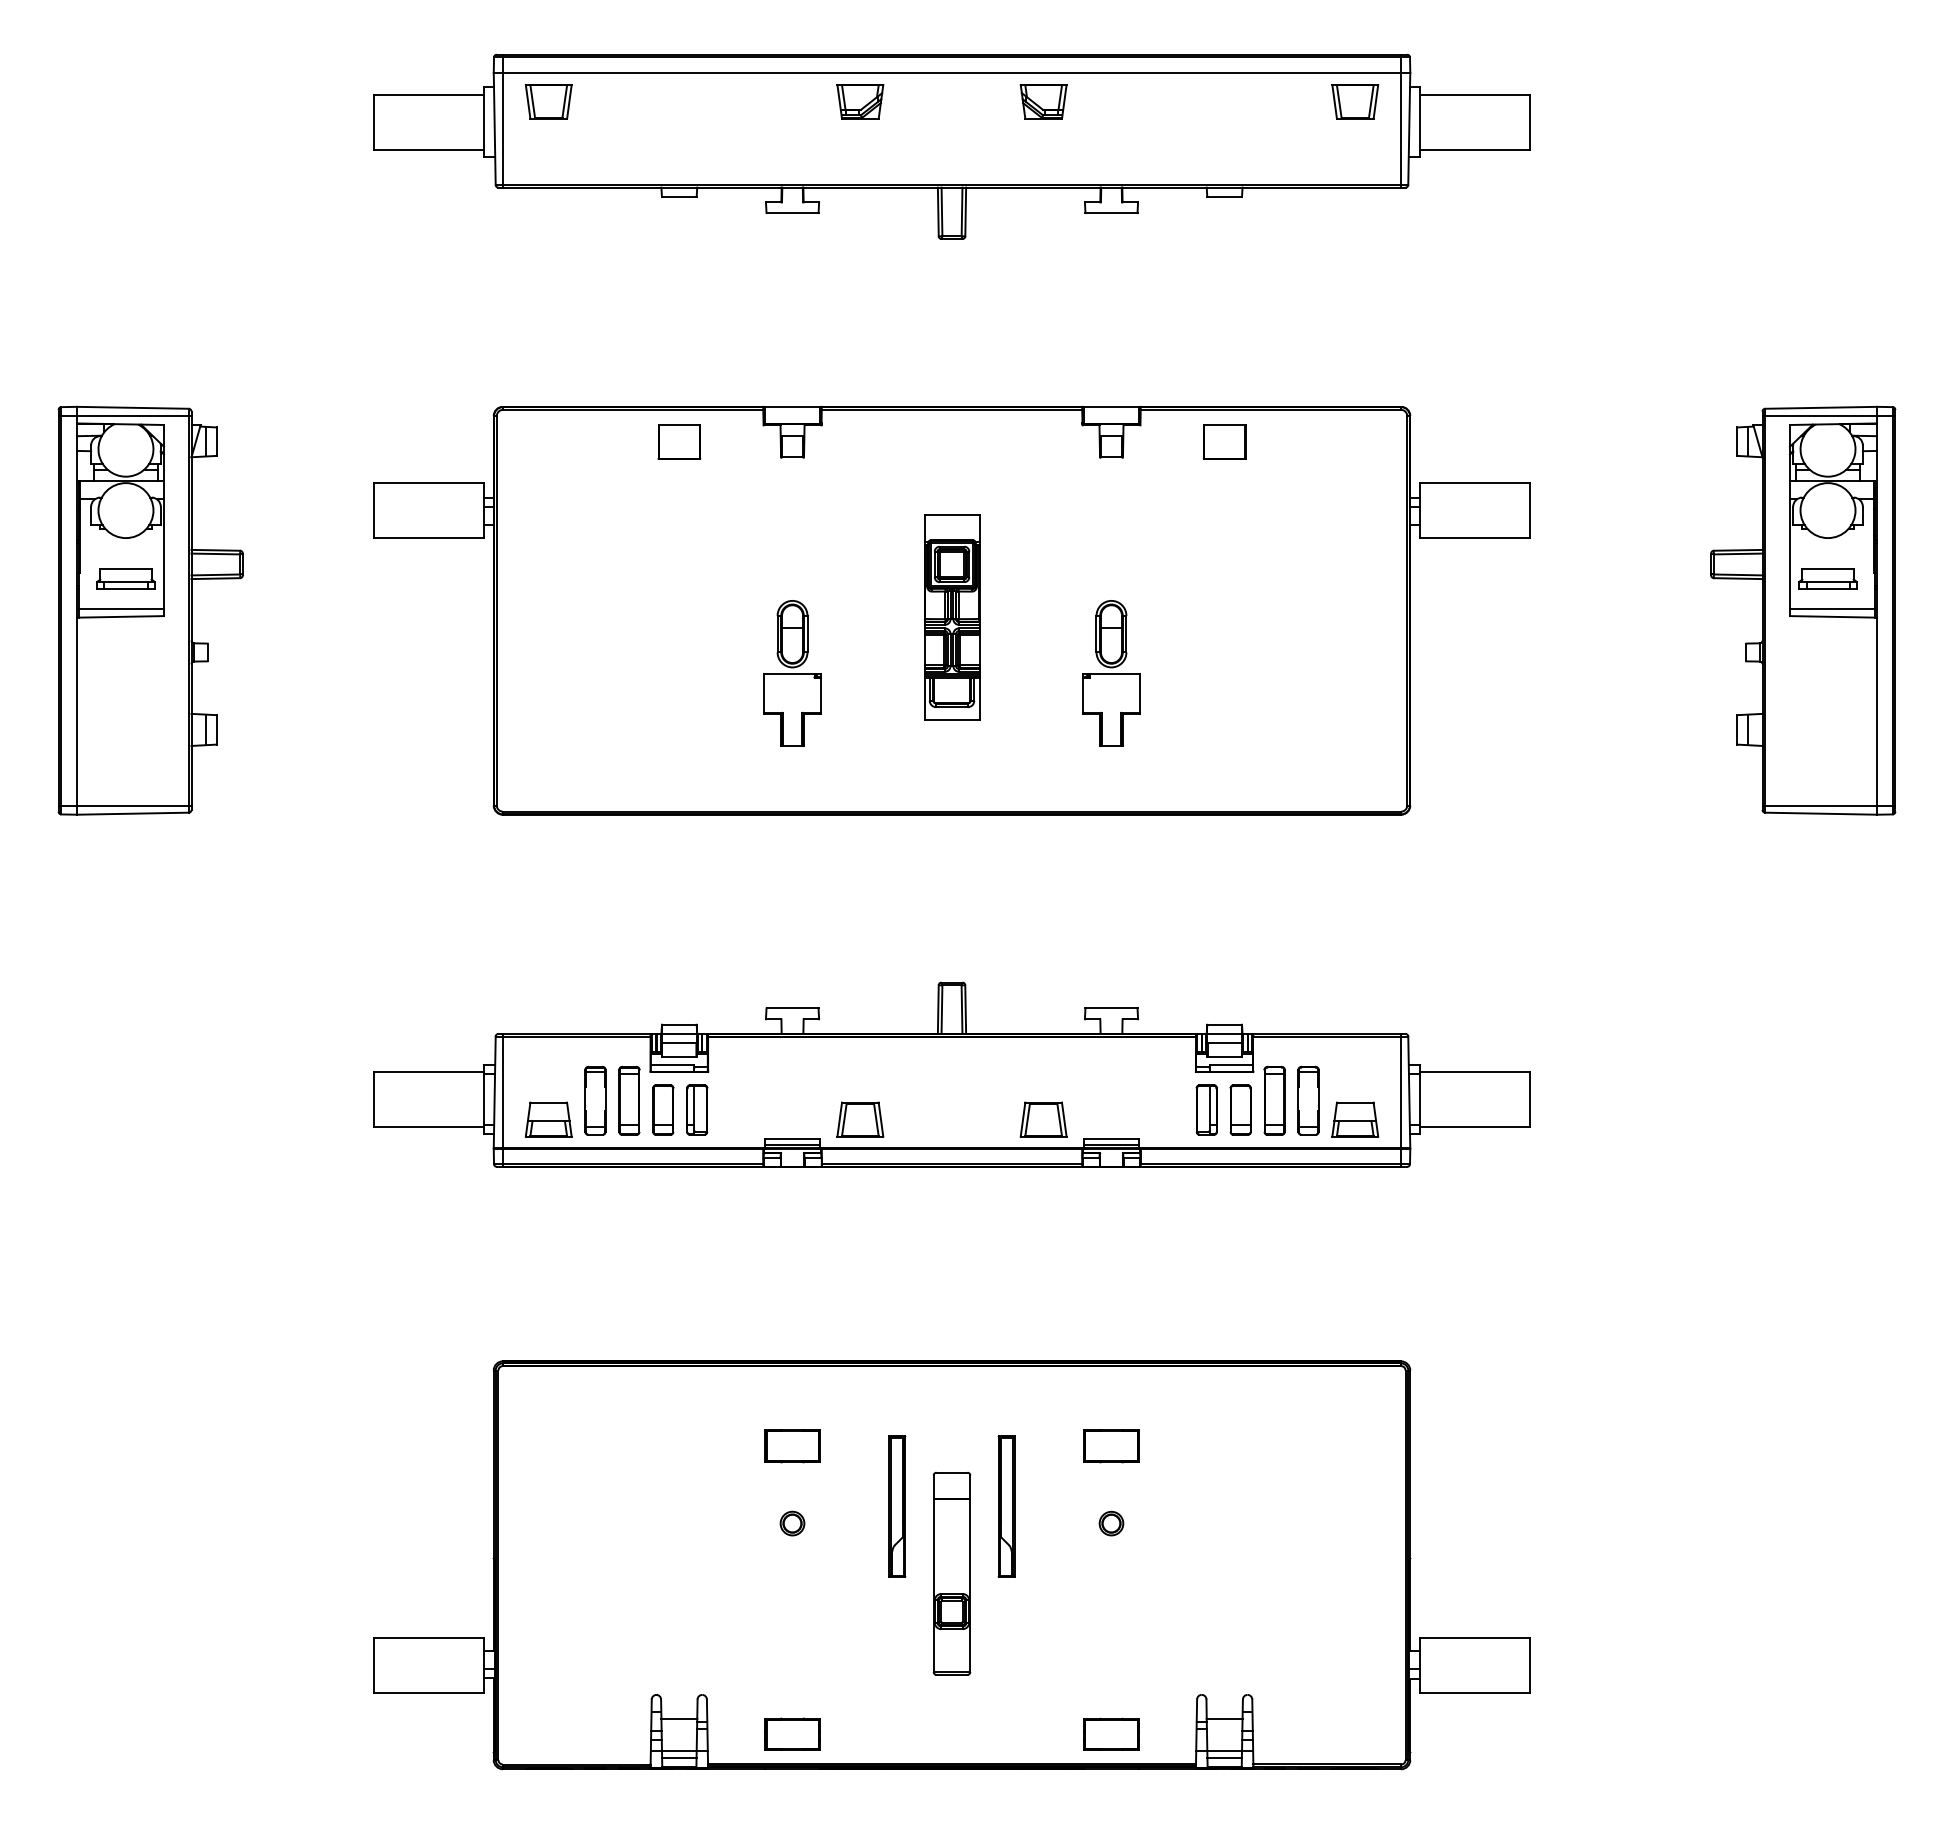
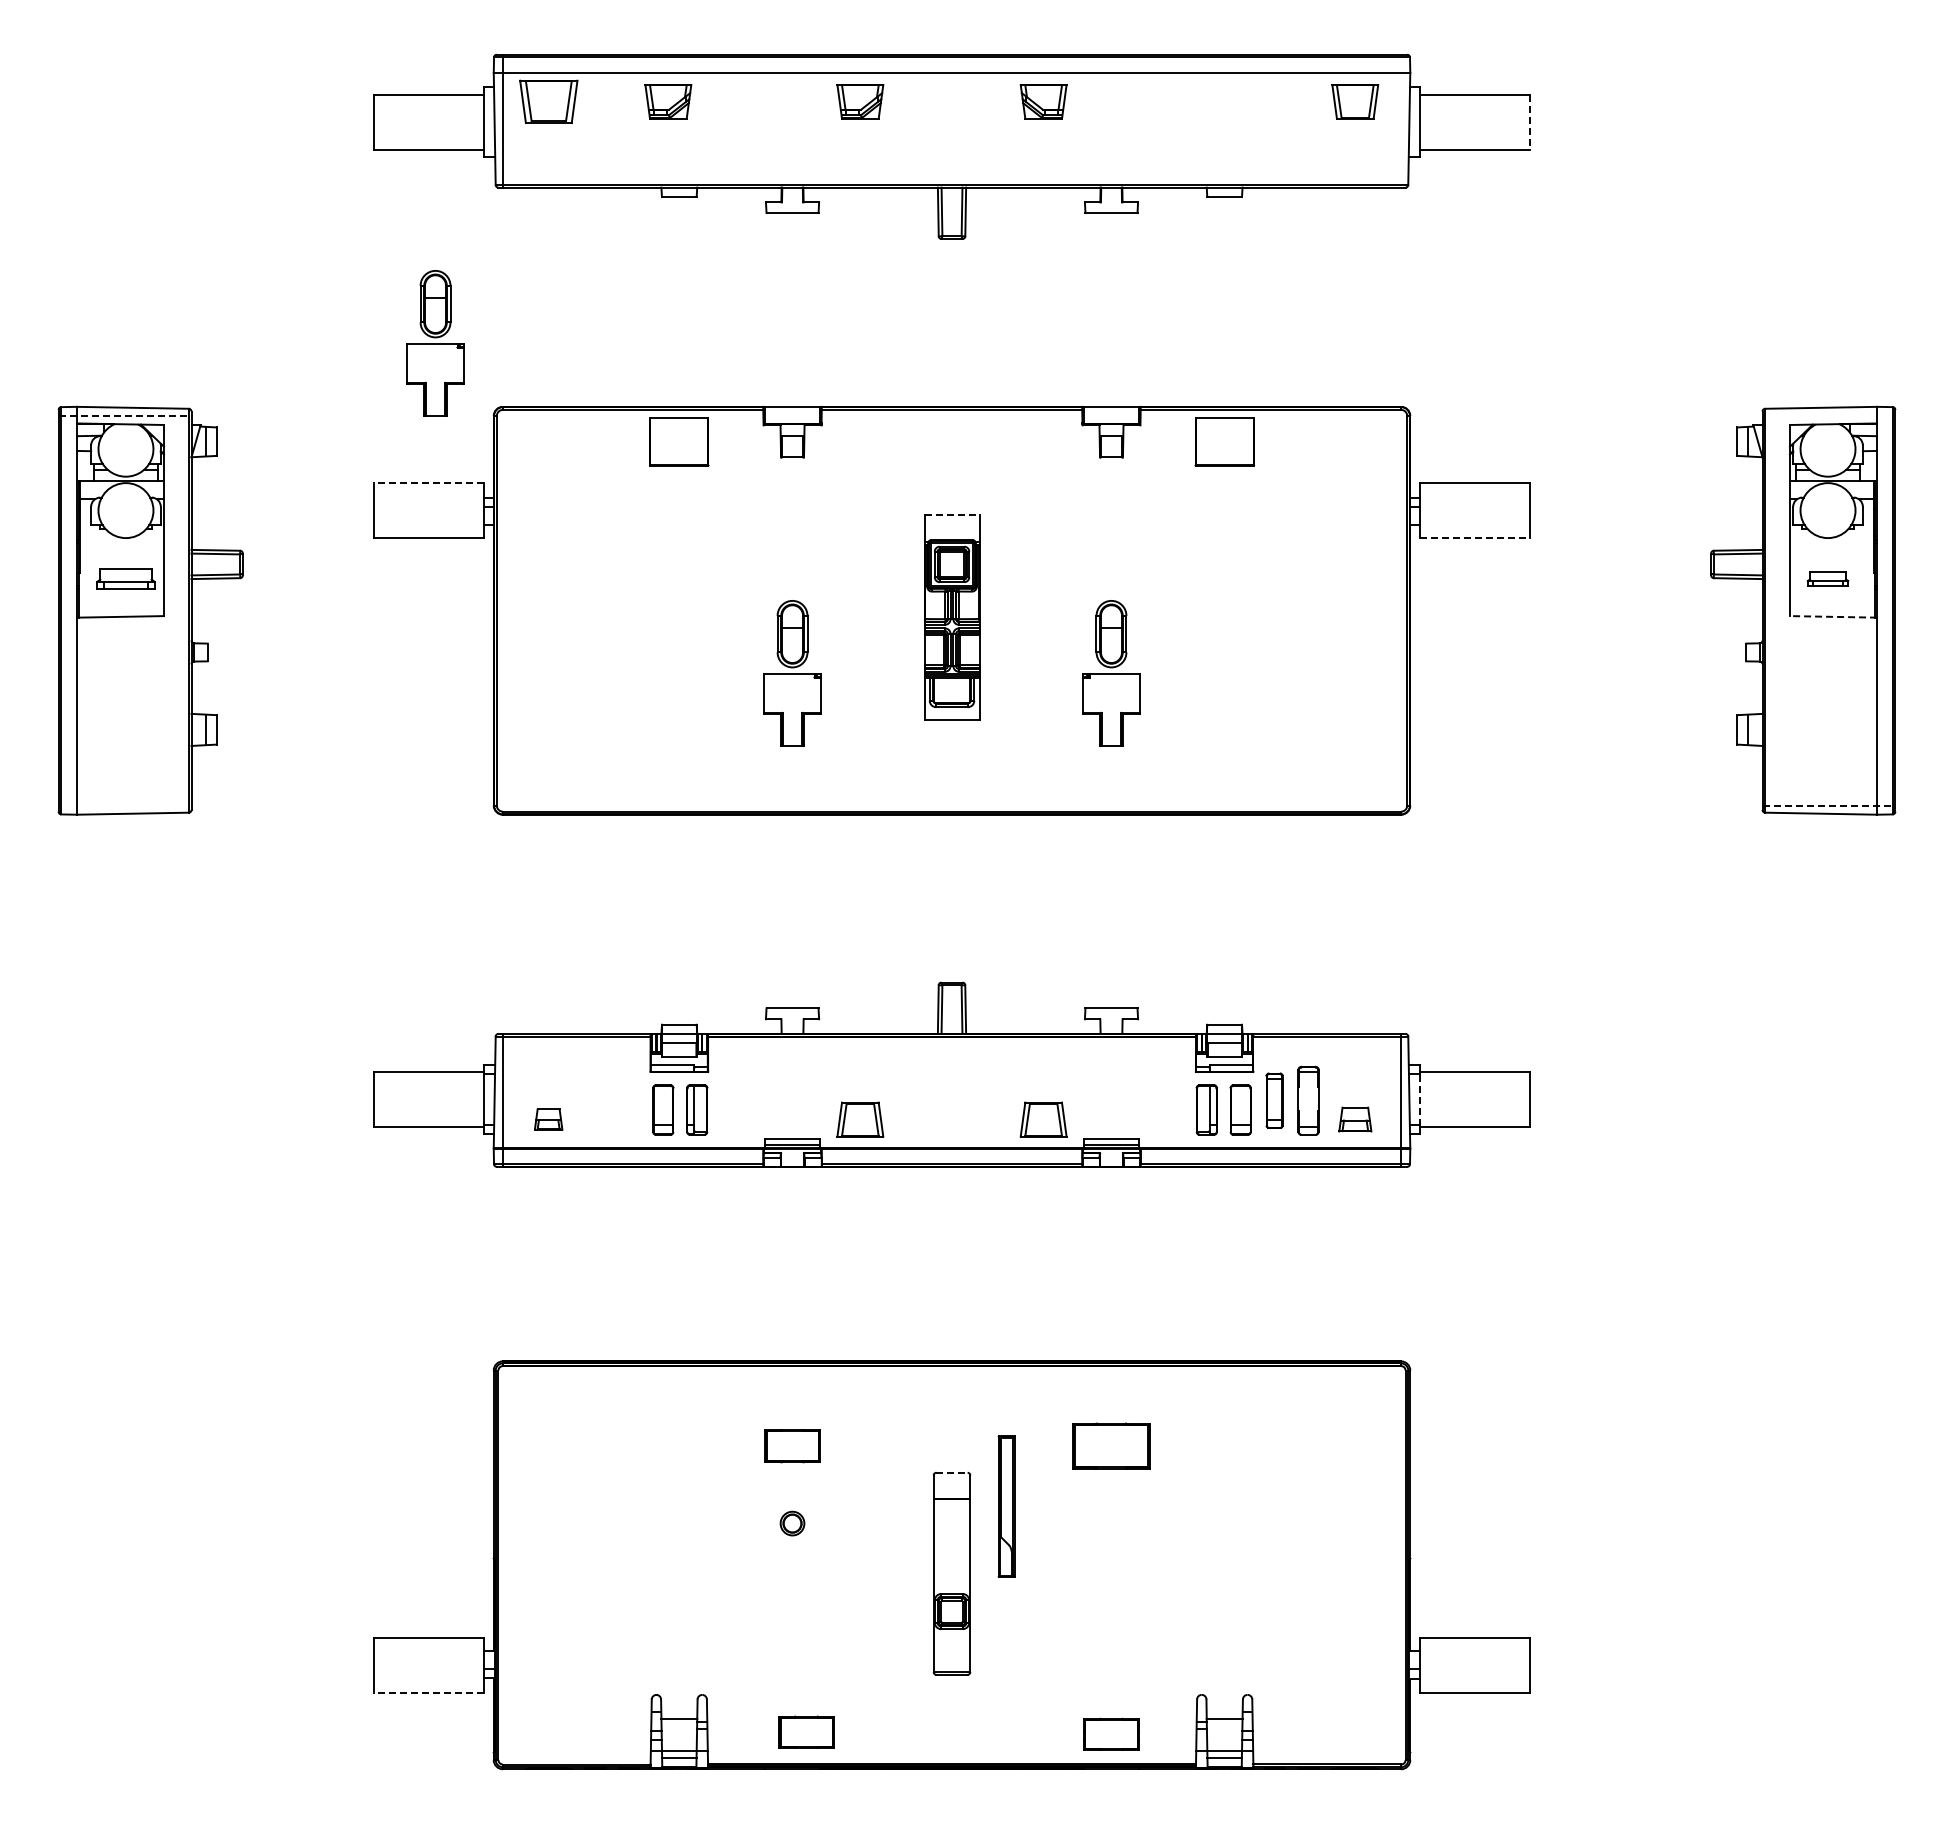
part at (548, 101) size: 49x36 px -> 60x46 px
part at (668, 101): none -> present
line at (1401, 120): present -> none
line at (1530, 122): solid -> dashed
part at (435, 343): none -> present
line at (125, 416): solid -> dashed
line at (1828, 416): present -> none
part at (679, 441) size: 45x36 px -> 61x50 px
part at (1224, 441) size: 45x36 px -> 61x50 px
line at (428, 483): solid -> dashed
line at (952, 515): solid -> dashed
line at (1475, 538): solid -> dashed
part at (1827, 578) size: 60x22 px -> 44x16 px
line at (121, 609): present -> none
line at (1832, 609): present -> none
line at (1833, 616): solid -> dashed
line at (124, 805): present -> none
line at (1829, 805): solid -> dashed
line at (1420, 1099): solid -> dashed
part at (595, 1100): present -> none
part at (629, 1100): present -> none
part at (1274, 1100) size: 23x71 px -> 19x57 px
part at (548, 1119) size: 49x37 px -> 30x23 px
part at (1355, 1119) size: 49x37 px -> 35x27 px
part at (1111, 1446) size: 57x35 px -> 79x48 px
line at (952, 1472): solid -> dashed
part at (897, 1506): present -> none
part at (1111, 1523): present -> none
line at (428, 1692): solid -> dashed
part at (792, 1733) position: (792, 1733) -> (806, 1731)
